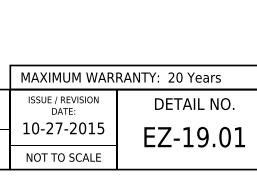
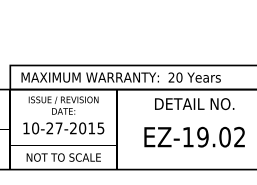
text at (239, 136): EZ-19.01 -> EZ-19.02
